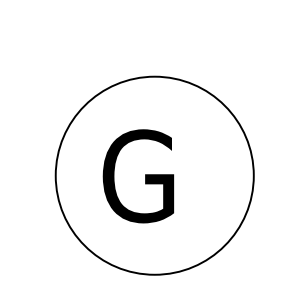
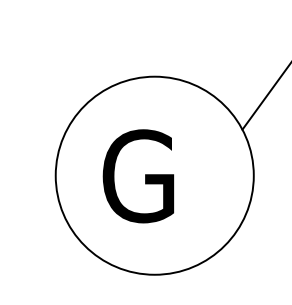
line at (265, 97): none -> present
